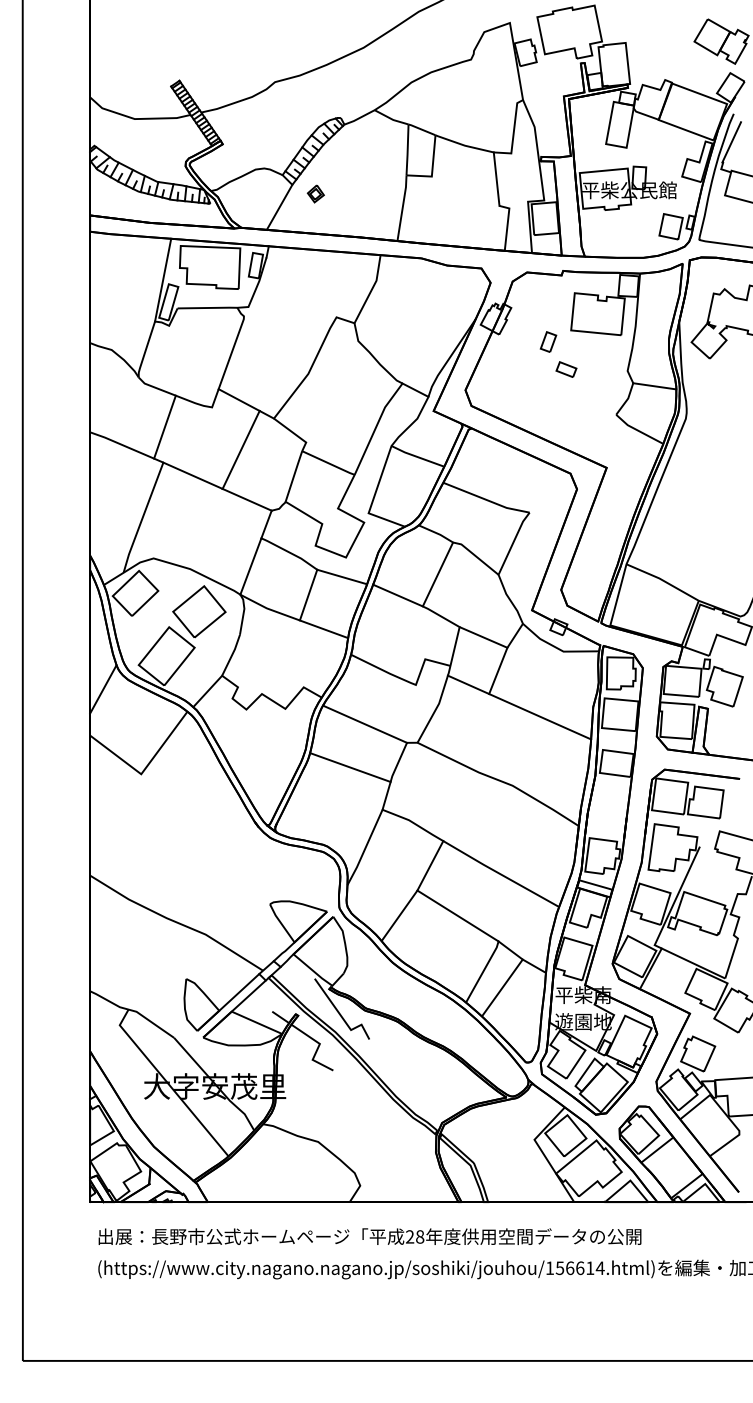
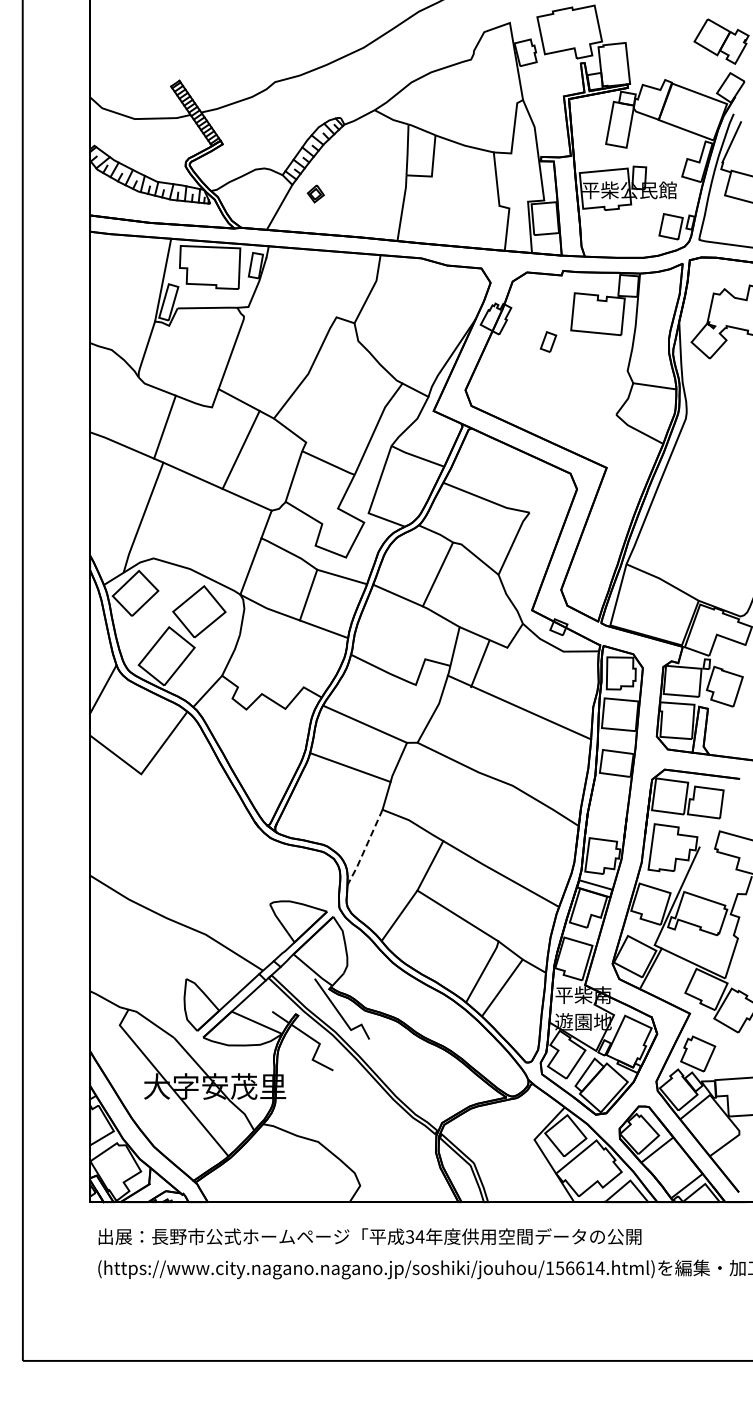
part at (566, 369): present -> none
line at (498, 670) position: (498, 670) -> (480, 663)
line at (365, 849): solid -> dashed
text at (415, 1236): 28 -> 34
